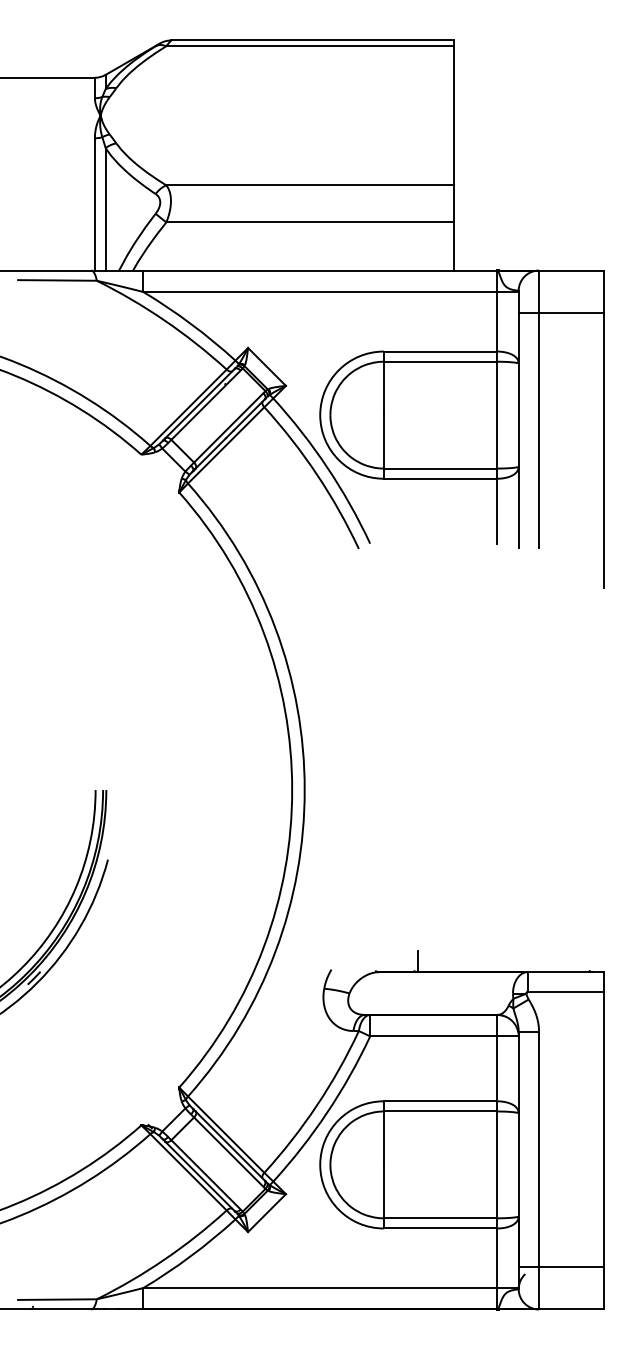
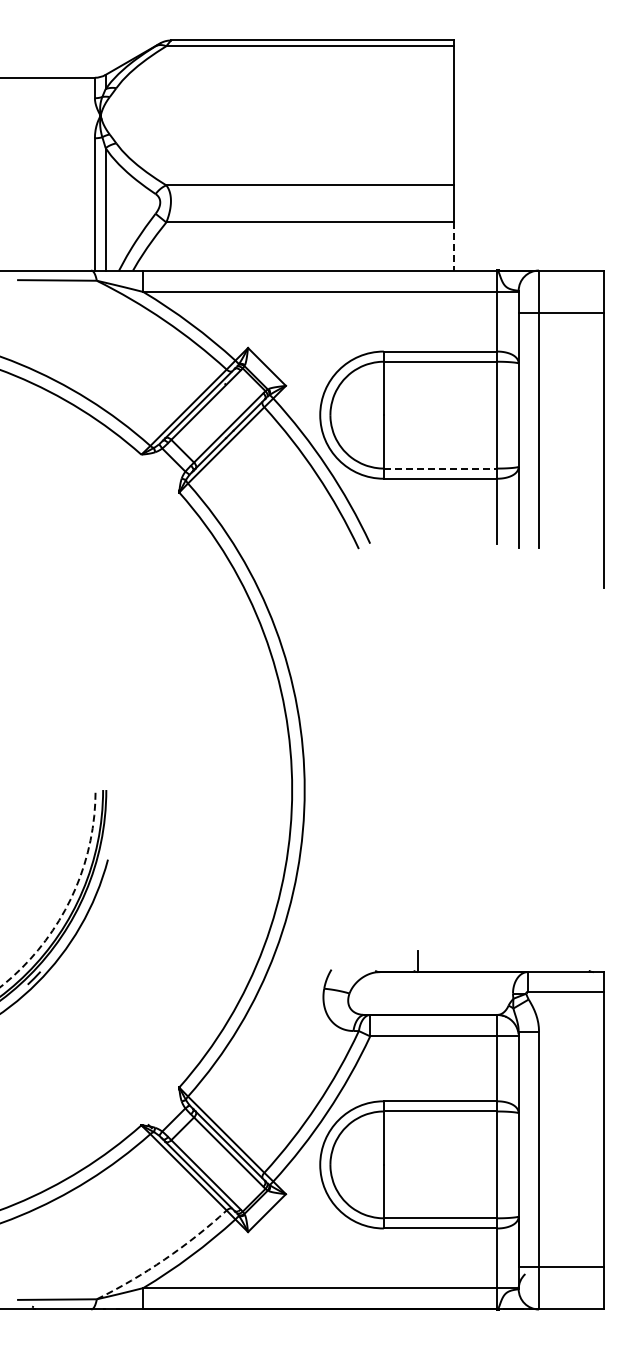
line at (454, 247): solid -> dashed
line at (440, 468): solid -> dashed
arc at (69, 900): solid -> dashed
arc at (164, 1259): solid -> dashed
